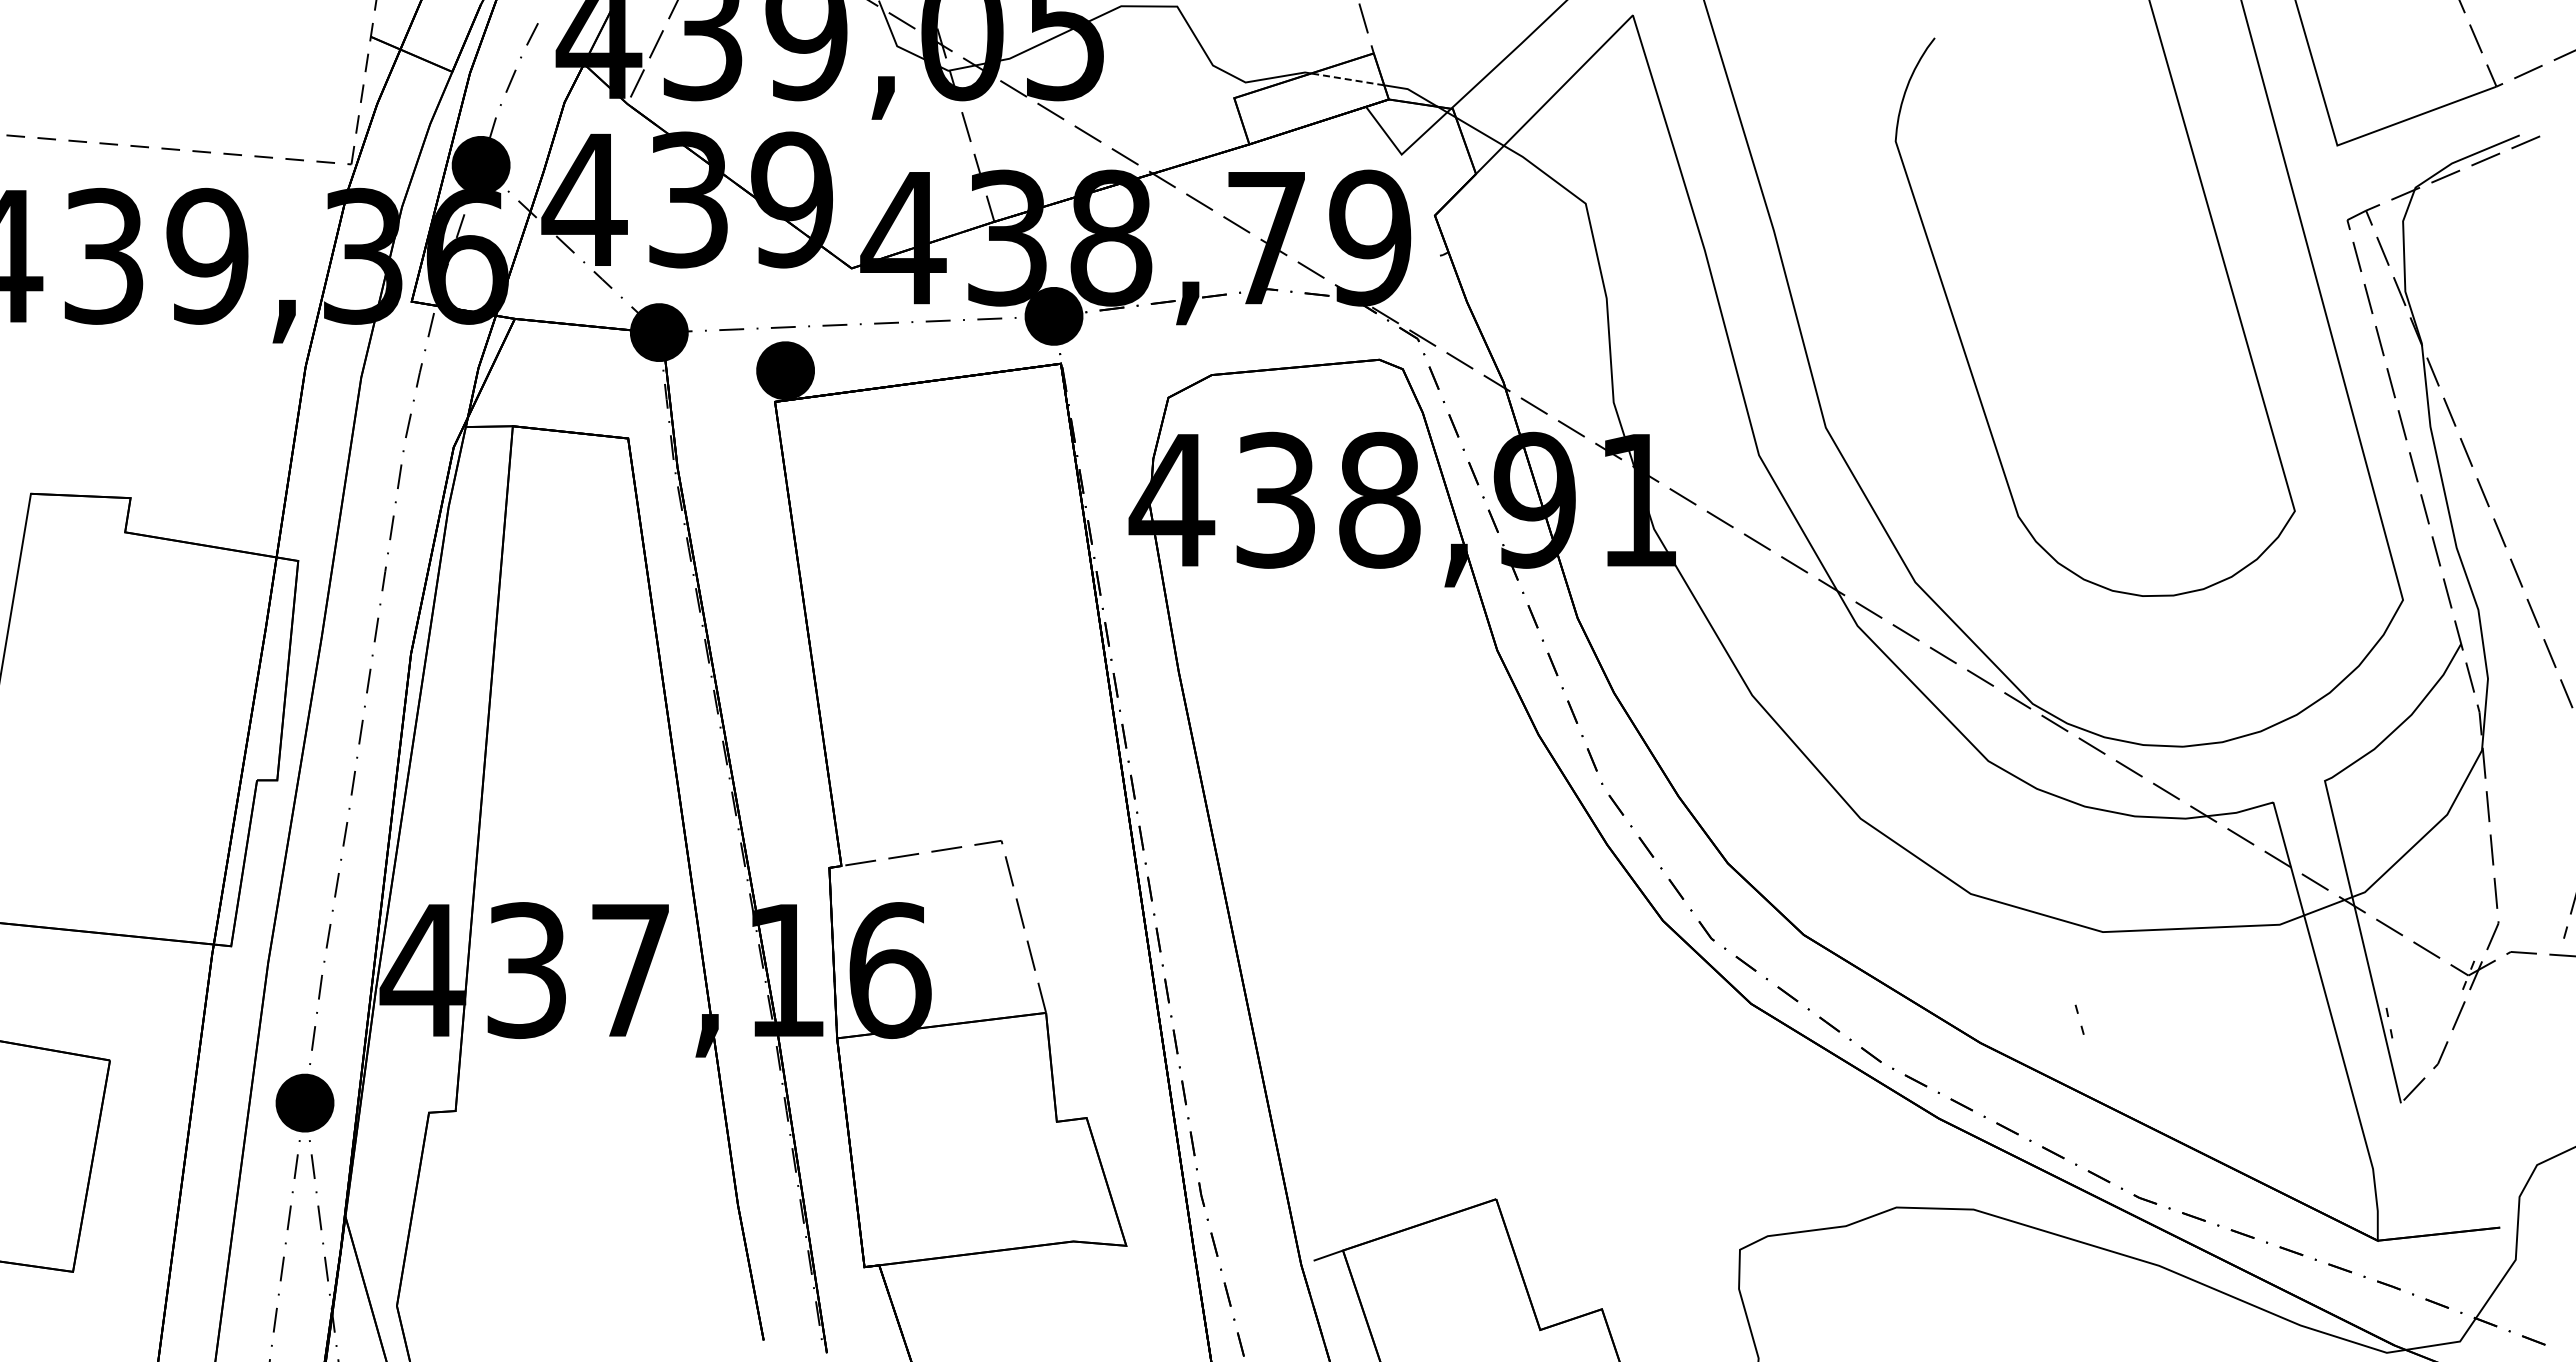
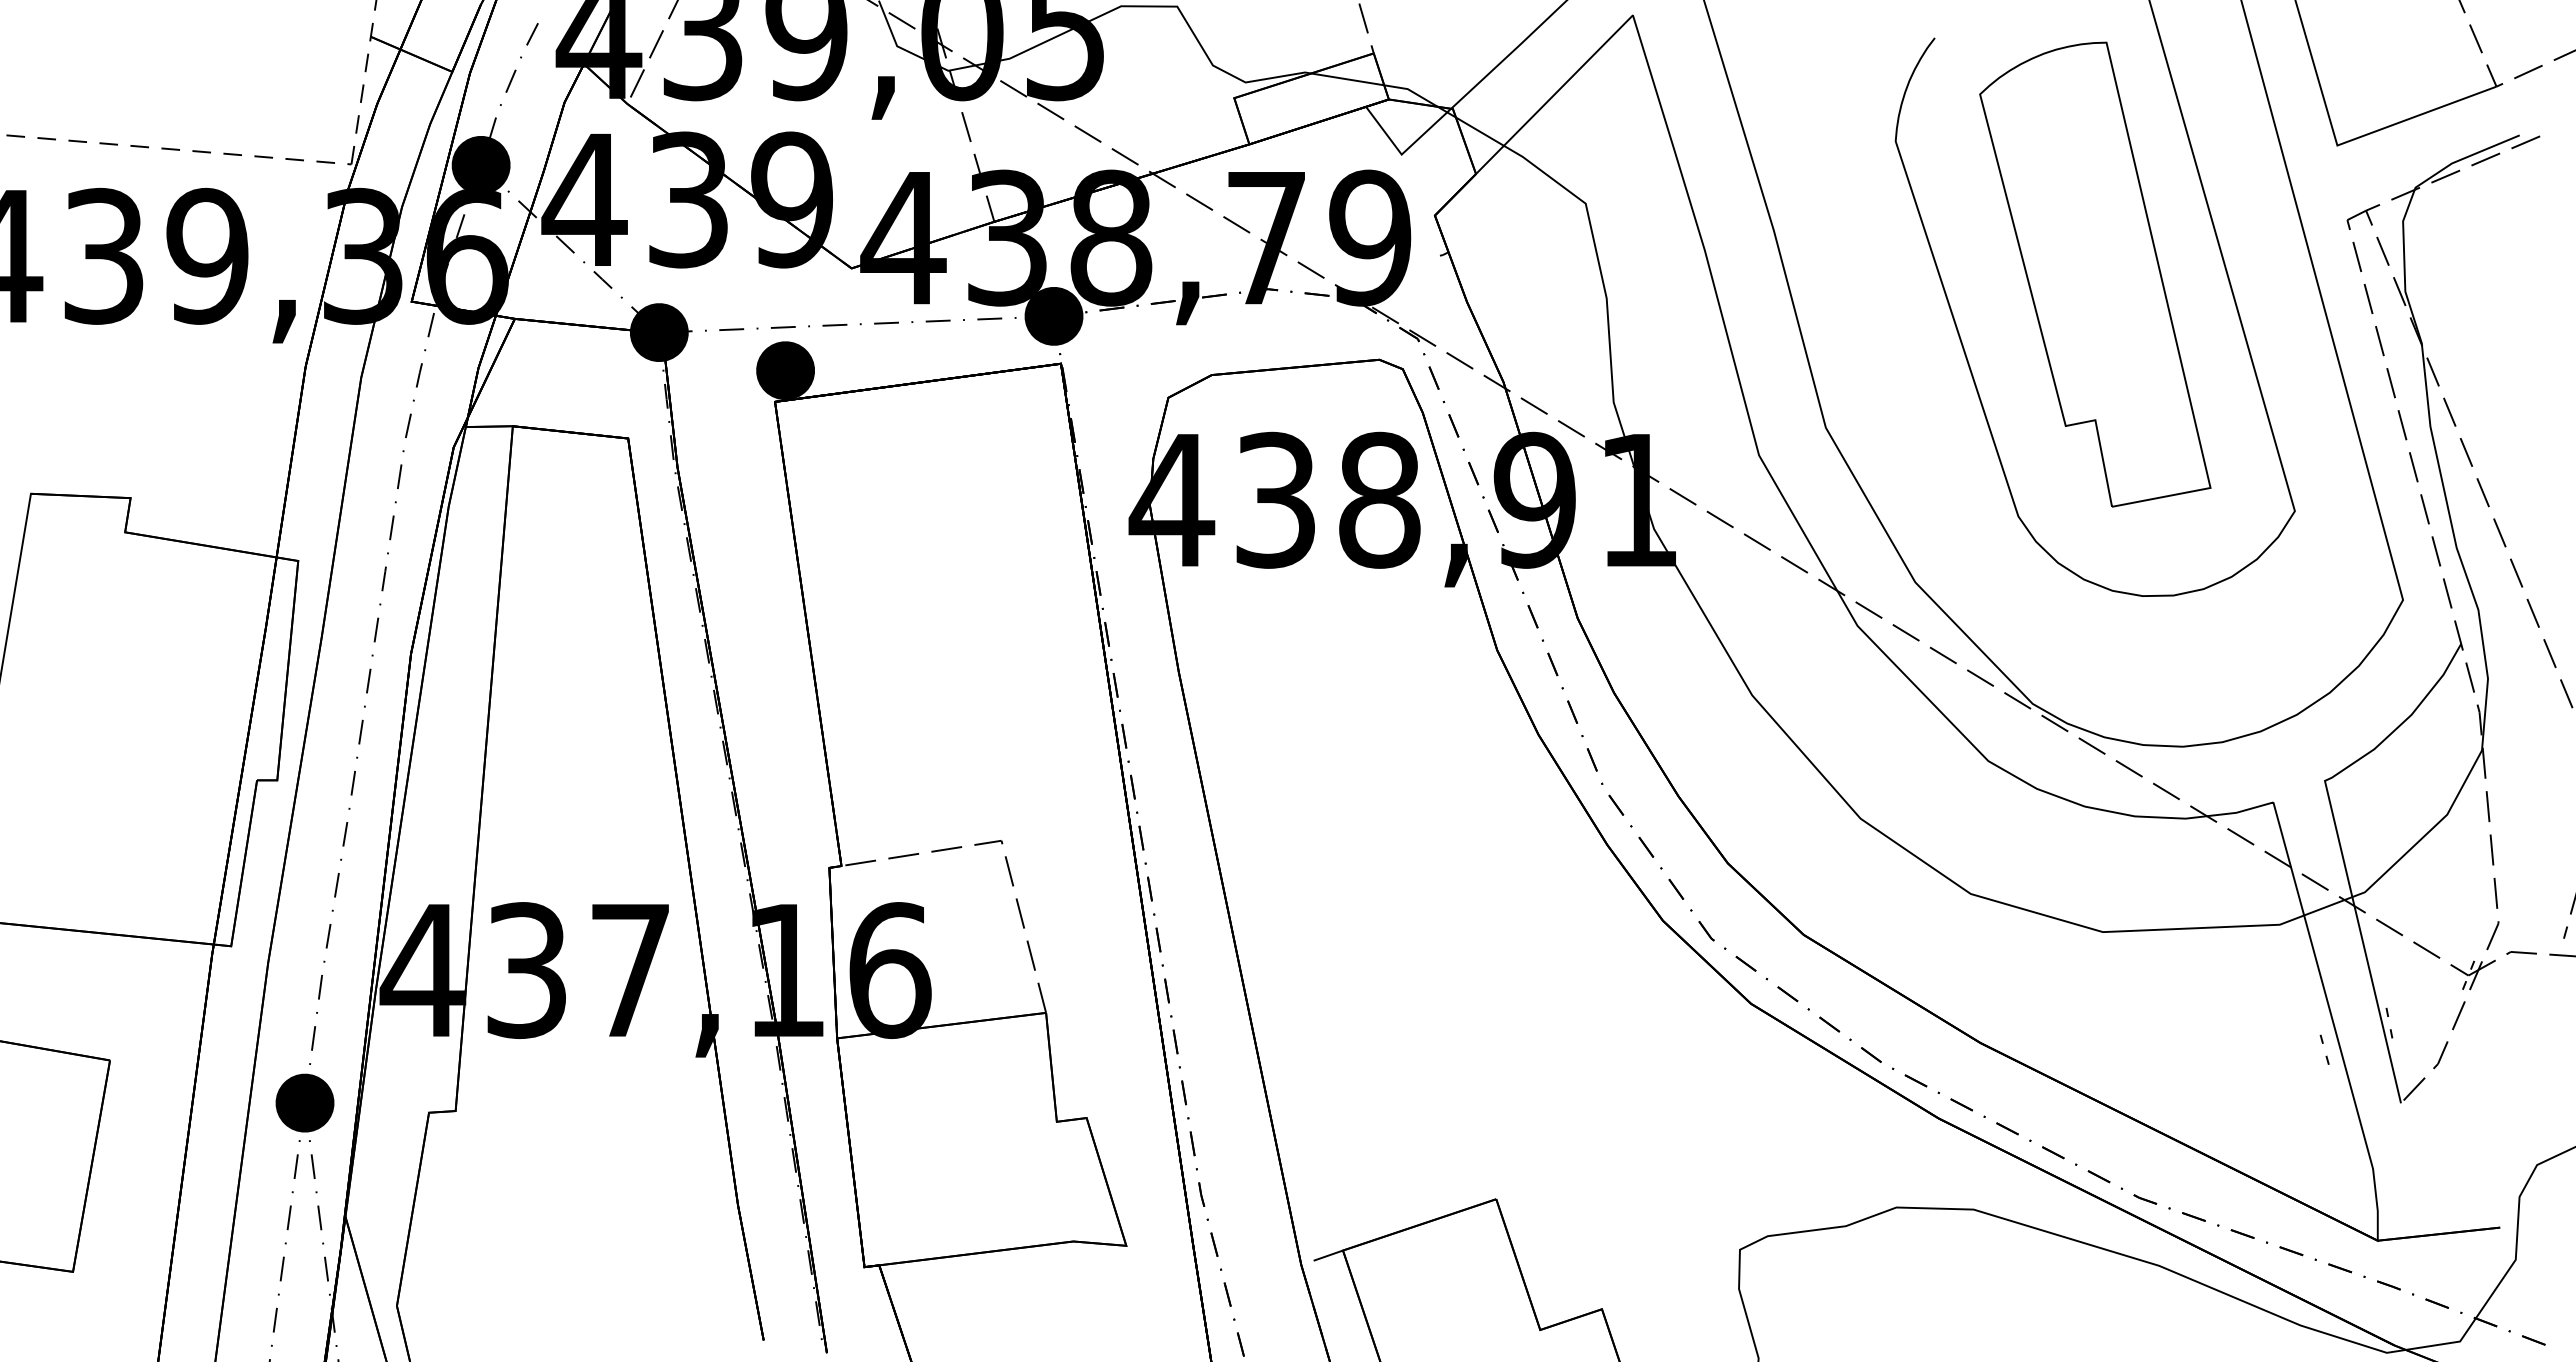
line at (1347, 79): dashed -> solid
part at (2095, 274): none -> present
line at (2078, 1013) position: (2078, 1013) -> (2323, 1043)
